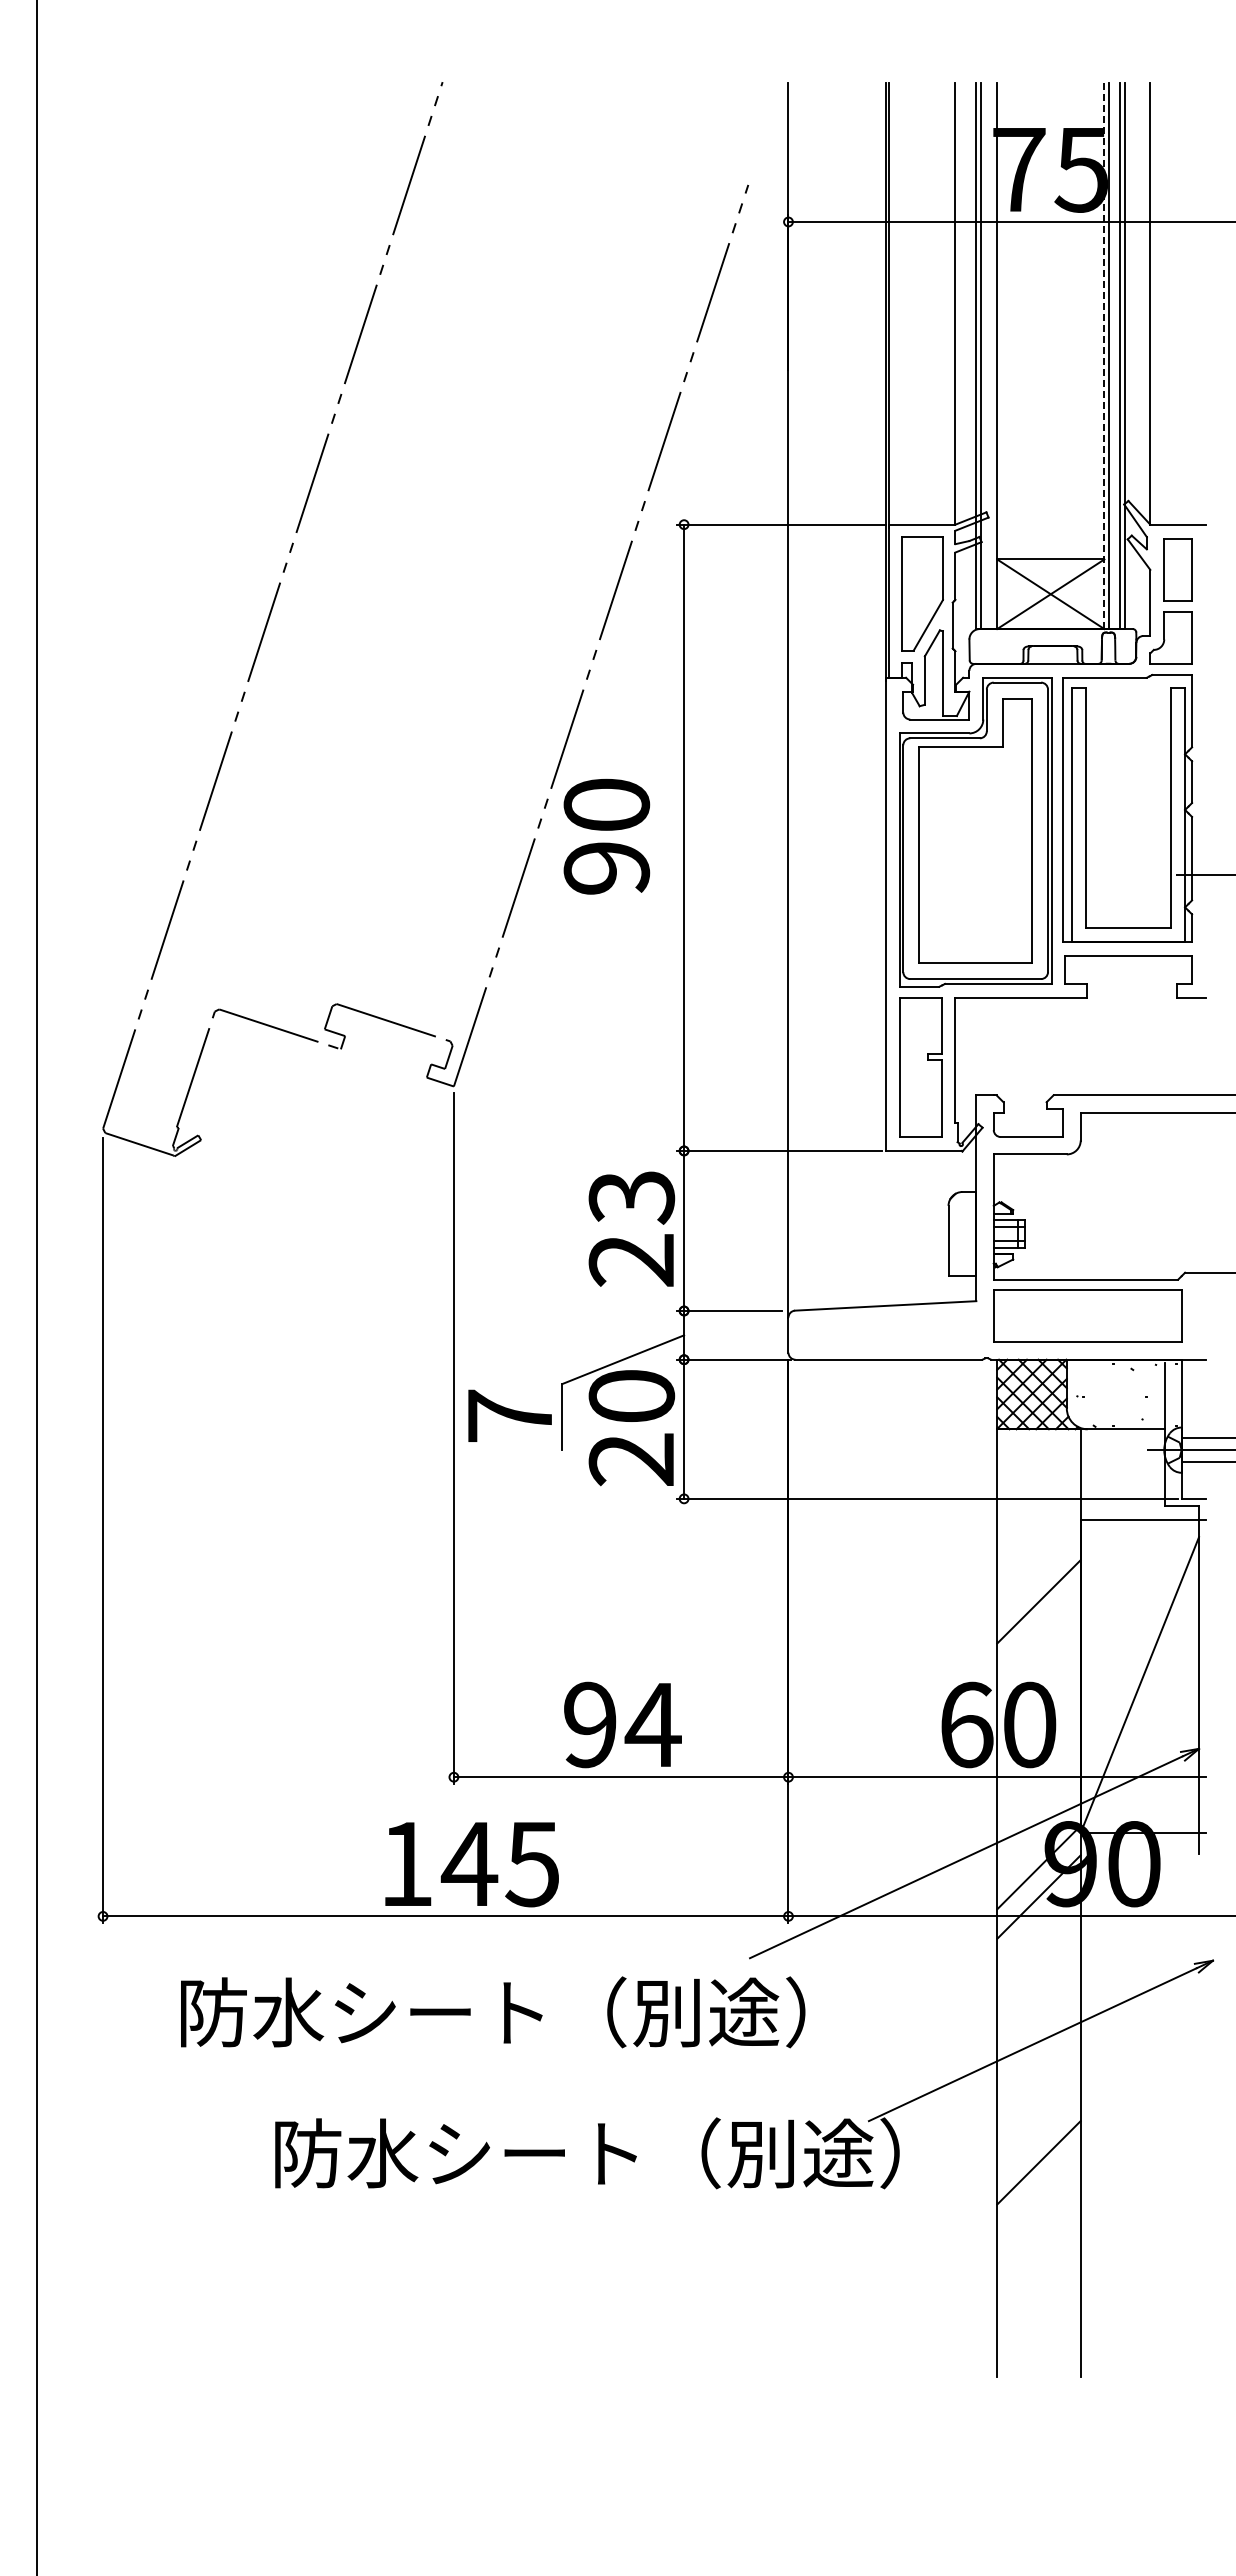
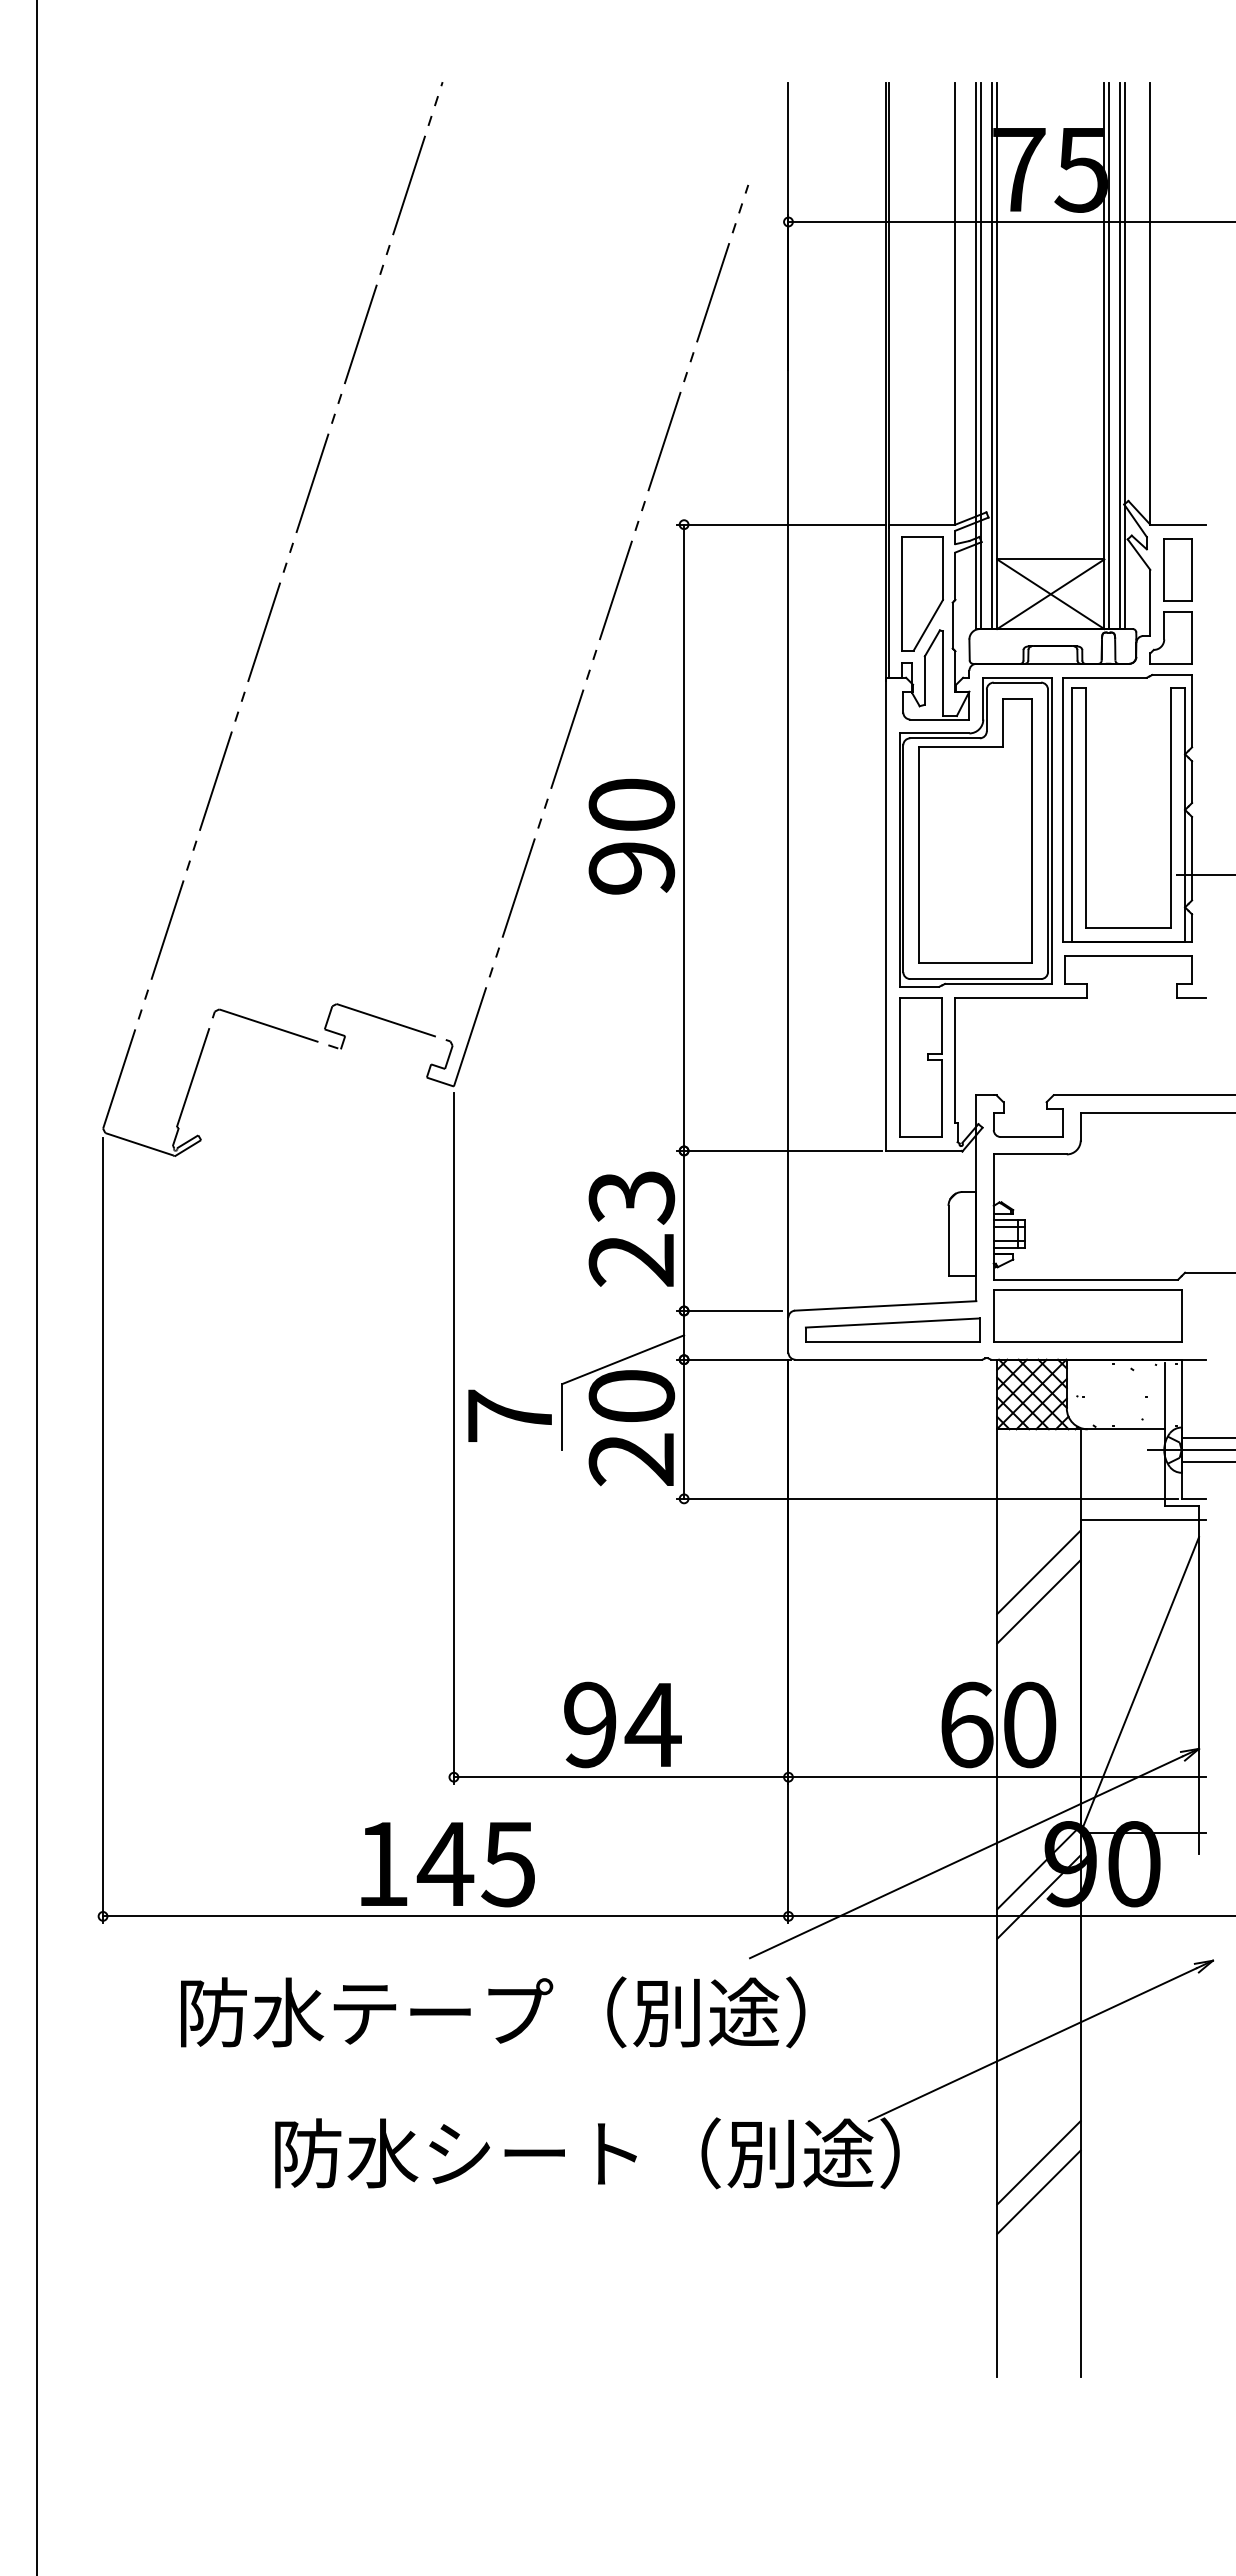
line at (992, 355): none -> present
line at (1104, 356): dashed -> solid
text at (606, 836) position: (606, 836) -> (631, 836)
part at (892, 1329): none -> present
line at (1038, 1572): none -> present
text at (471, 1864) position: (471, 1864) -> (447, 1864)
text at (443, 2011): 防水シート（別途） -> 防水テープ（別途）
line at (1038, 2191): none -> present
